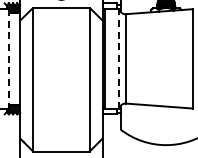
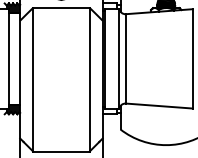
line at (119, 58): dashed -> solid
line at (8, 59): dashed -> solid
